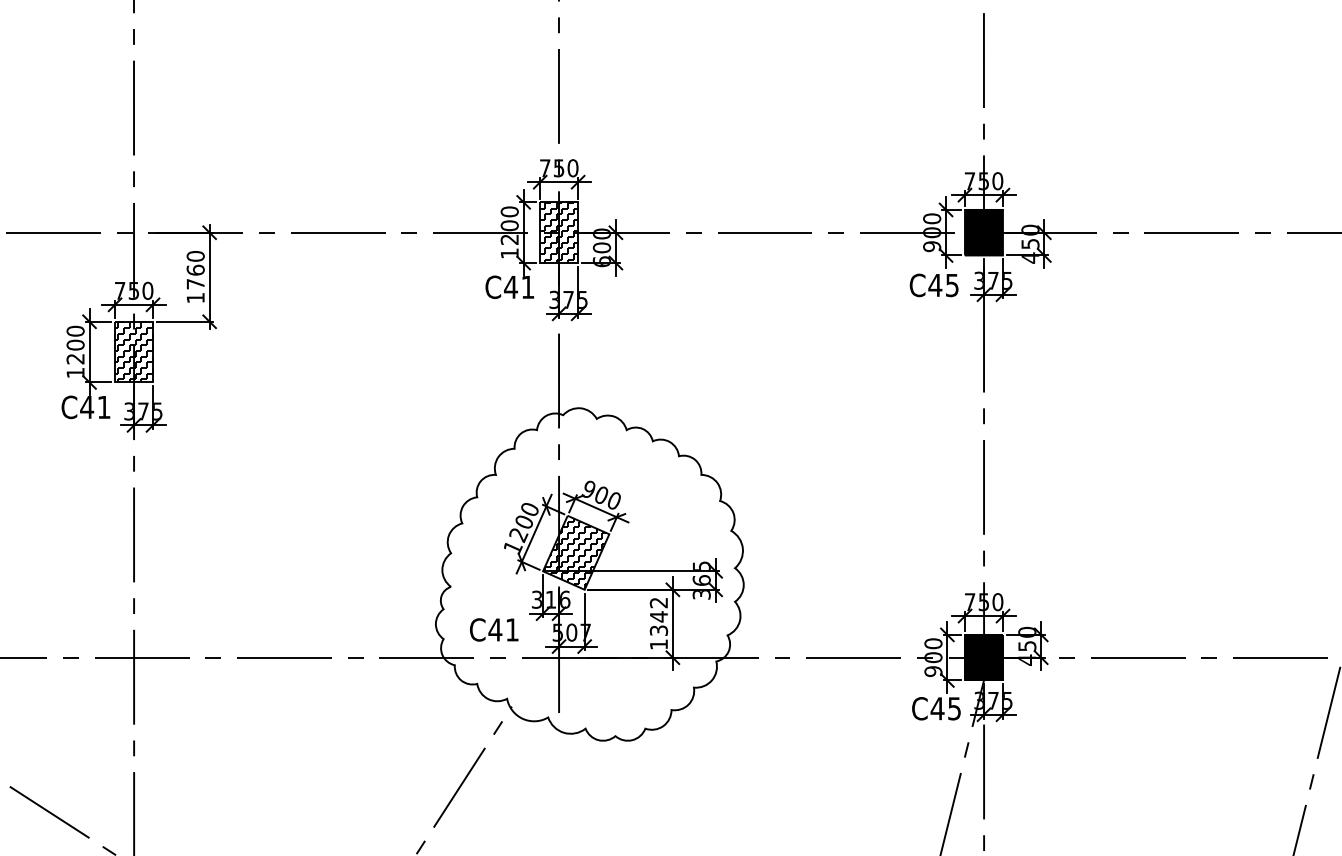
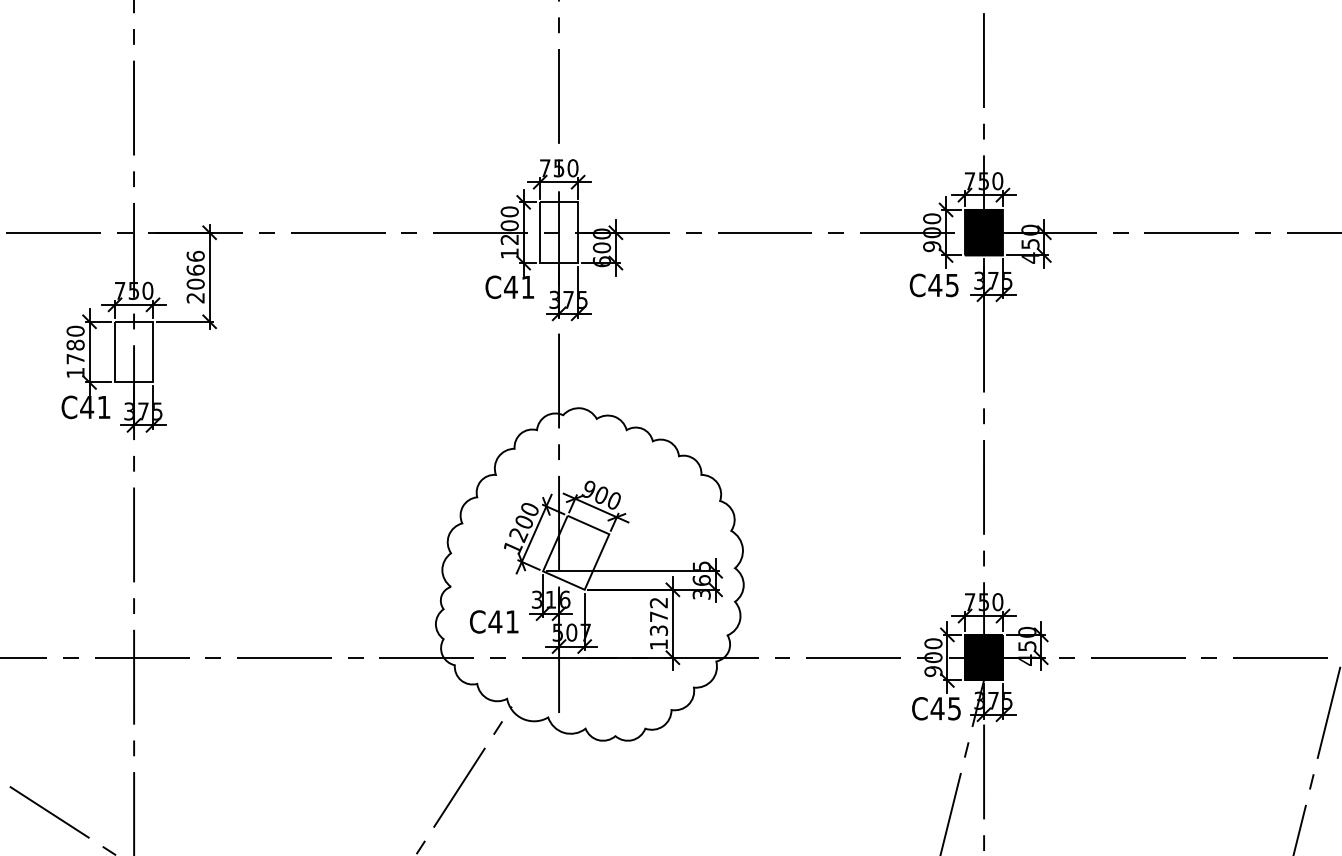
hatch at (559, 232): present -> none
text at (195, 276): 1760 -> 2066
text at (75, 351): 1200 -> 1780
hatch at (134, 351): present -> none
hatch at (575, 551): present -> none
text at (658, 616): 1342 -> 1372
text at (494, 629) position: (494, 629) -> (494, 621)
